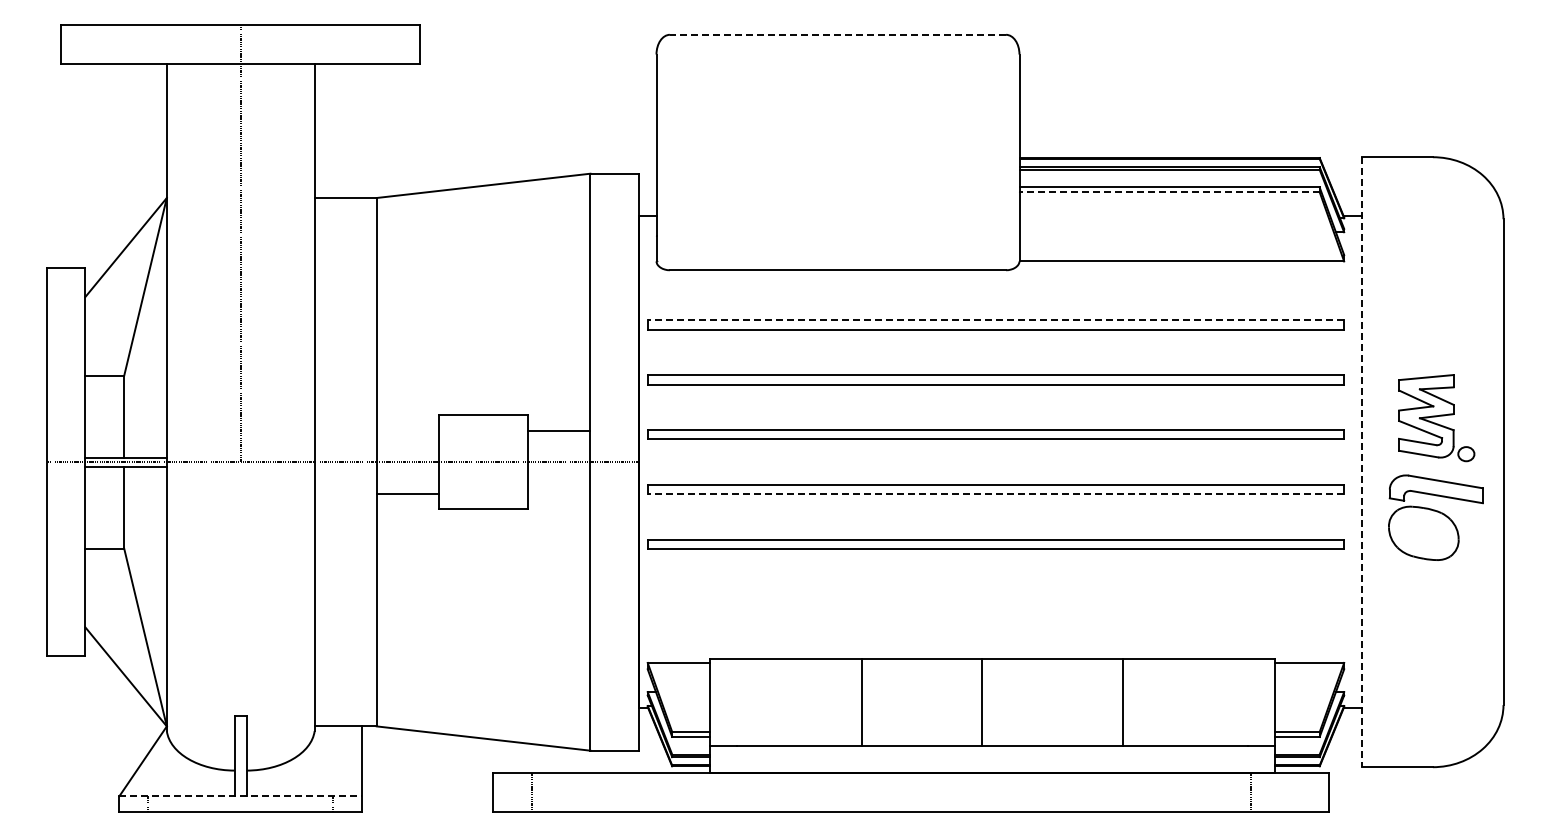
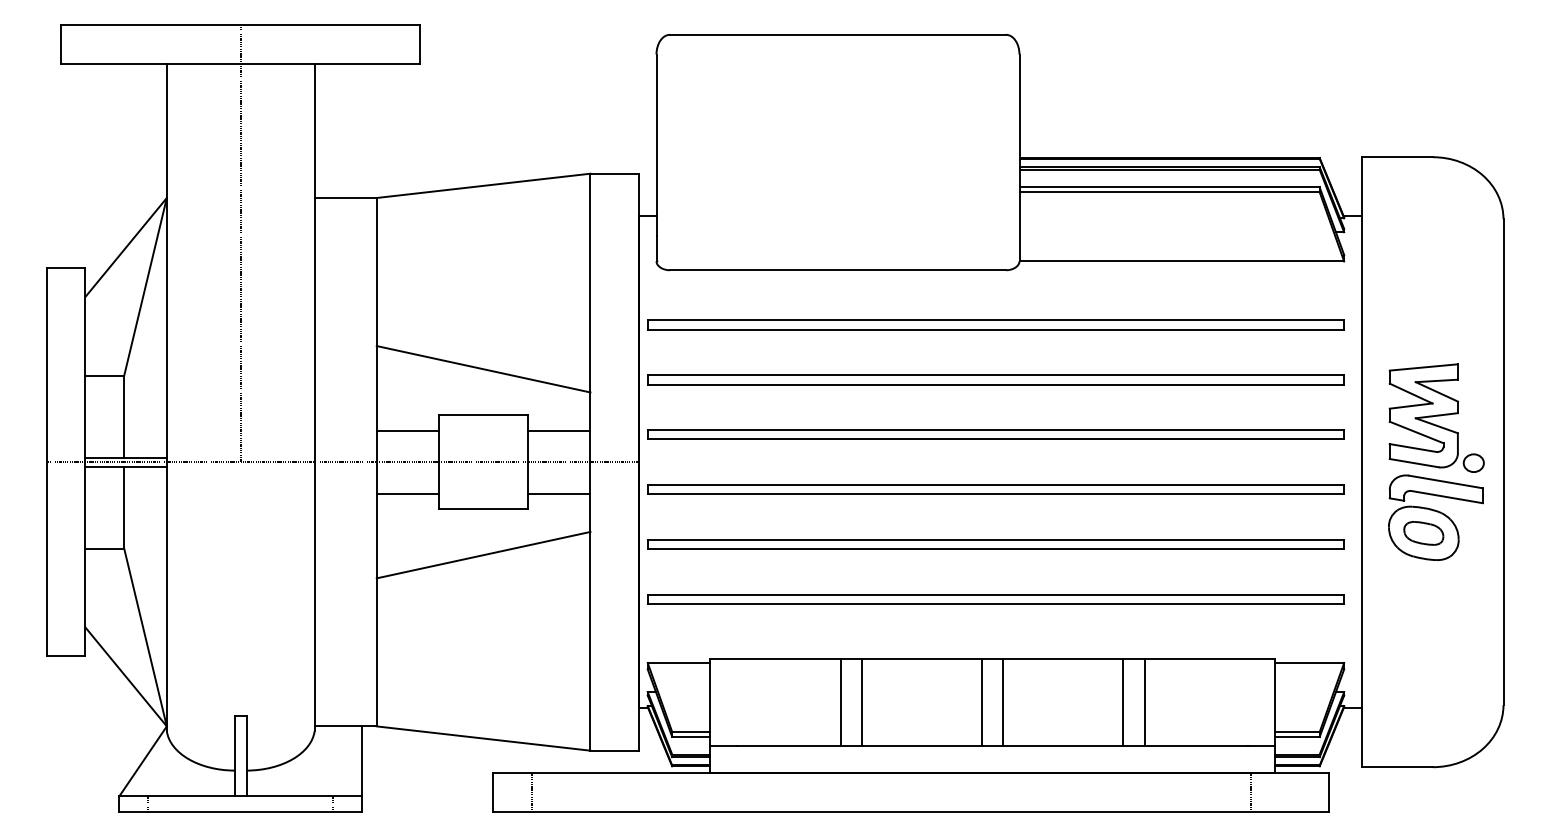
line at (837, 34): dashed -> solid
line at (1169, 192): dashed -> solid
line at (995, 320): dashed -> solid
line at (483, 369): none -> present
part at (1436, 418) size: 78x89 px -> 97x110 px
line at (407, 430): none -> present
line at (1362, 462): dashed -> solid
line at (559, 493): none -> present
line at (995, 494): dashed -> solid
part at (1423, 533): none -> present
line at (483, 554): none -> present
part at (995, 599): none -> present
line at (840, 701): none -> present
line at (1003, 701): none -> present
line at (1144, 701): none -> present
line at (241, 796): dashed -> solid
